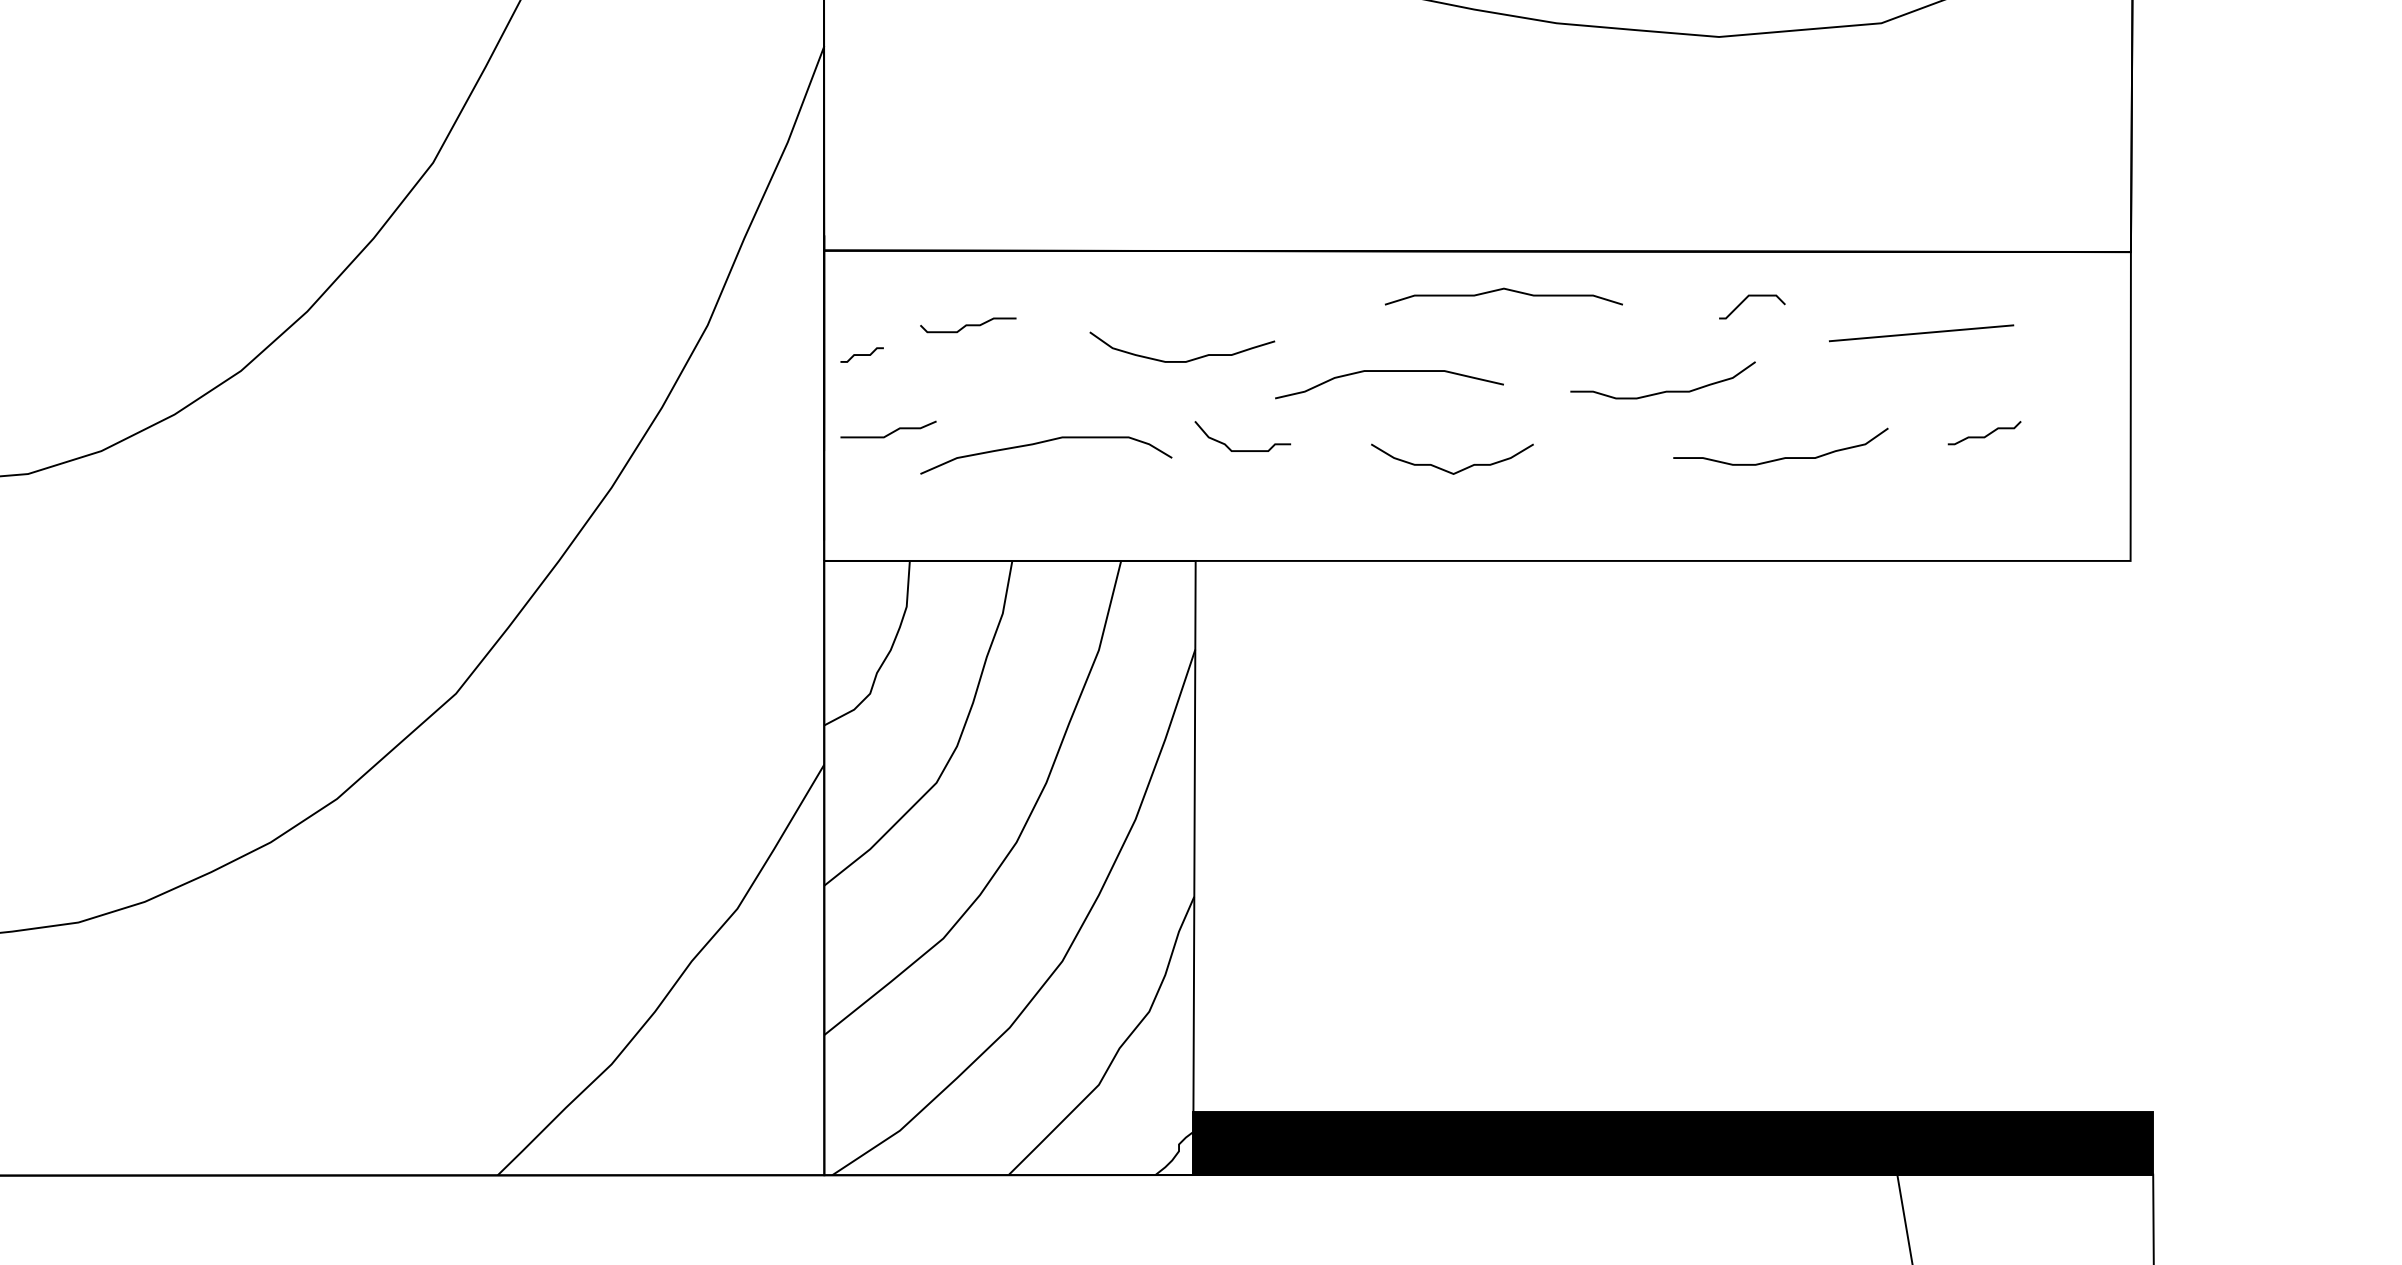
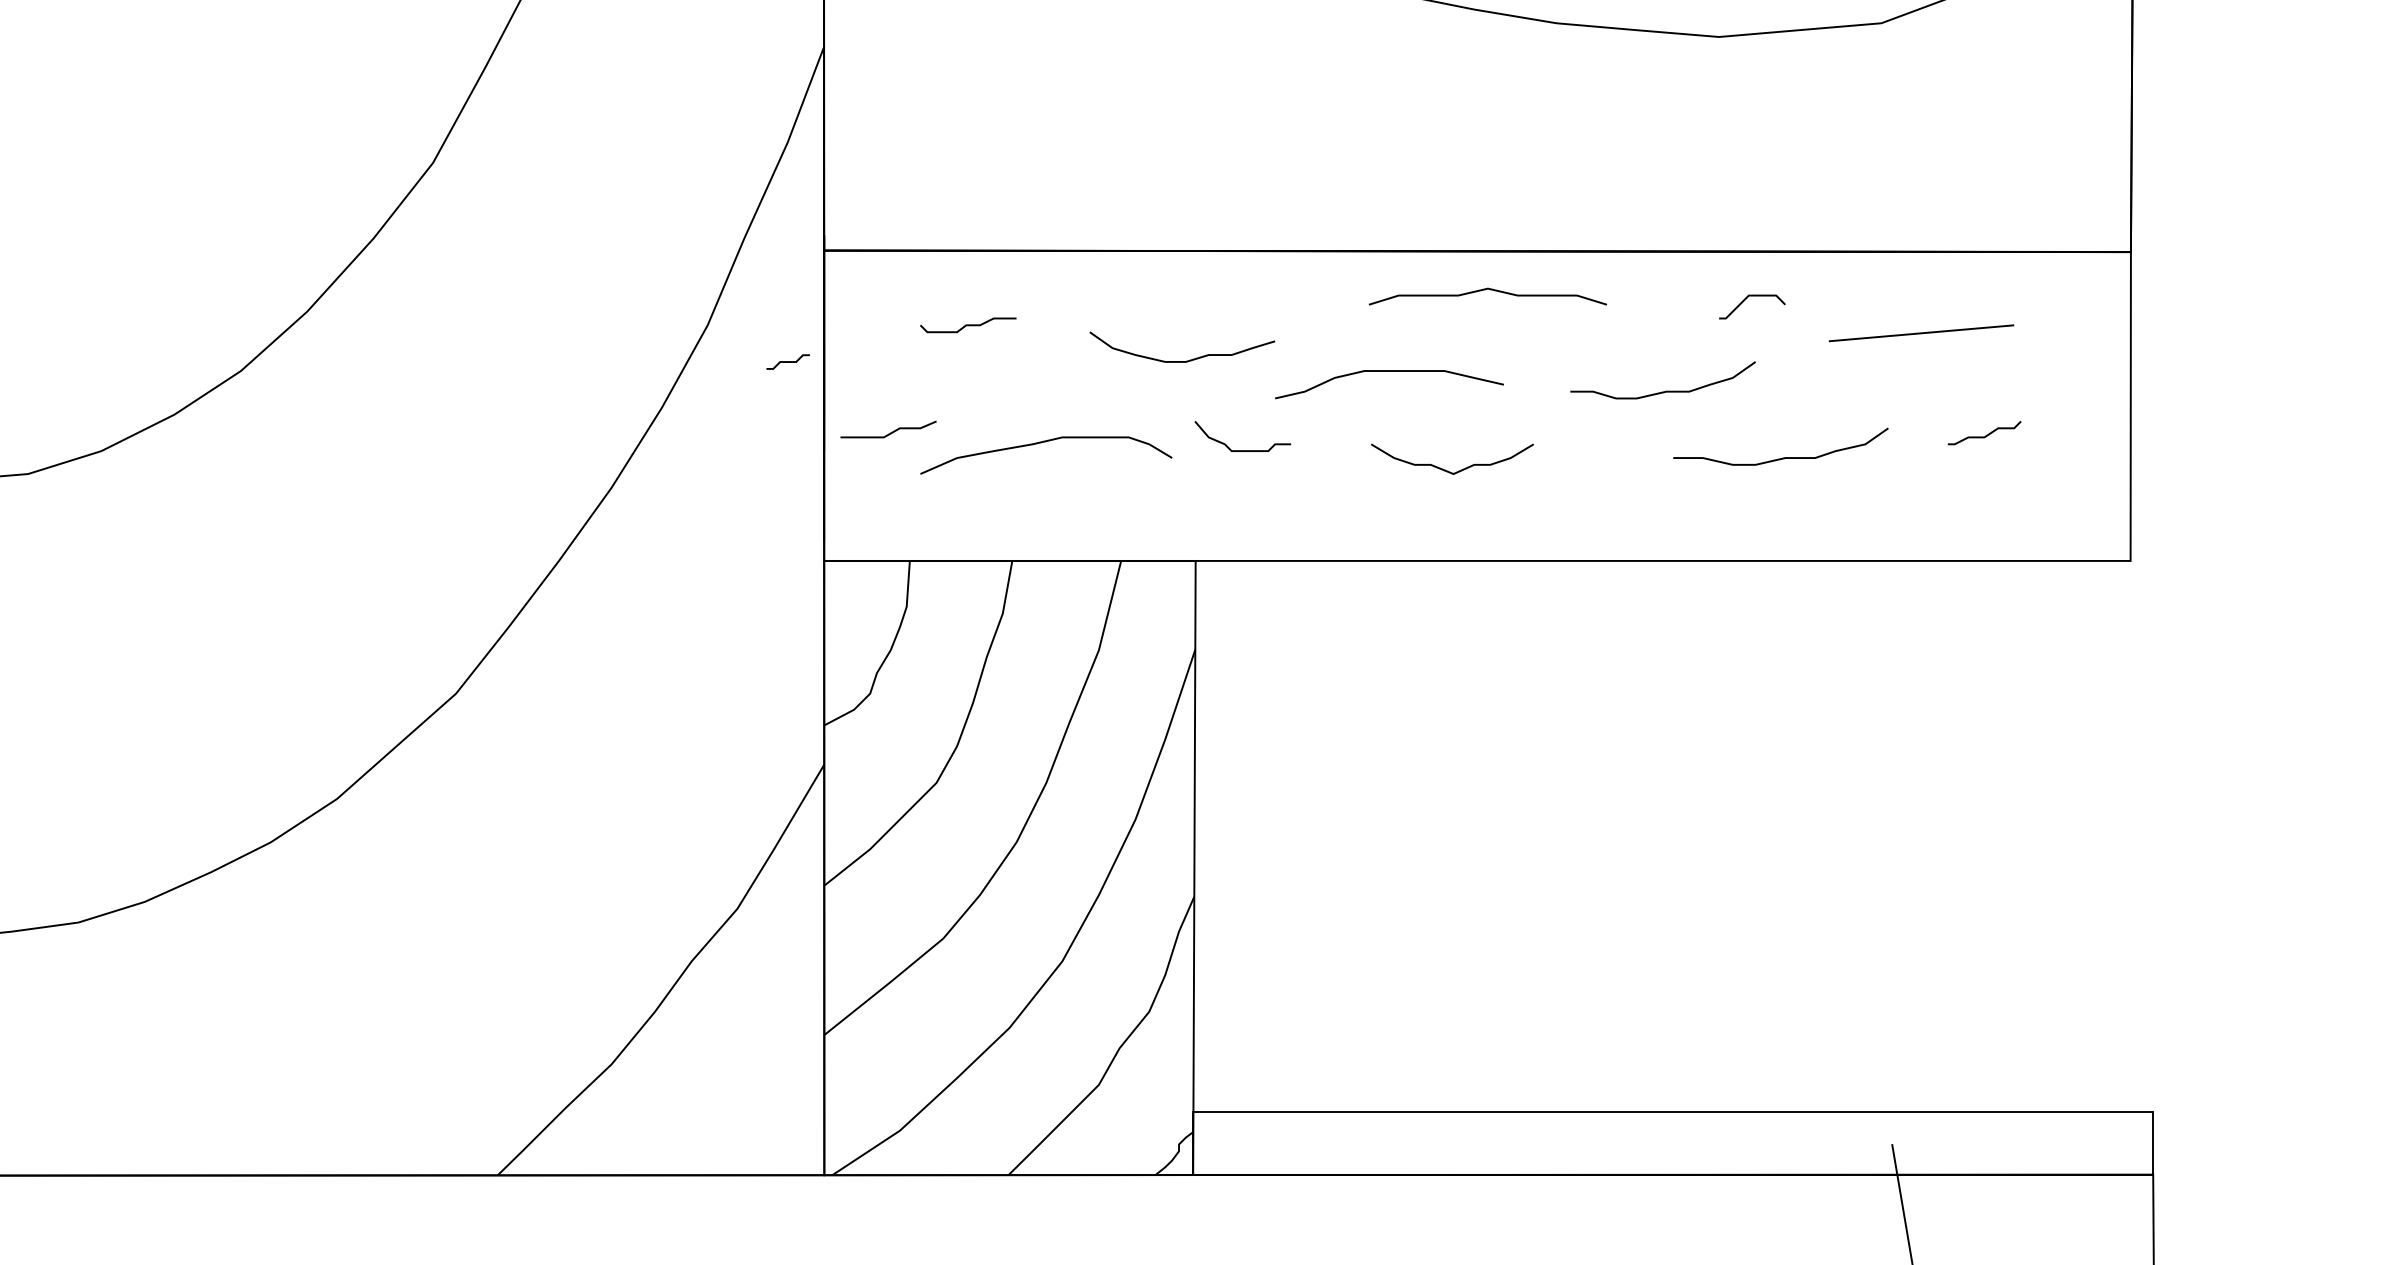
curve at (1501, 290) position: (1501, 290) -> (1485, 290)
curve at (861, 354) position: (861, 354) -> (787, 361)
fill at (1673, 1143): present -> none
